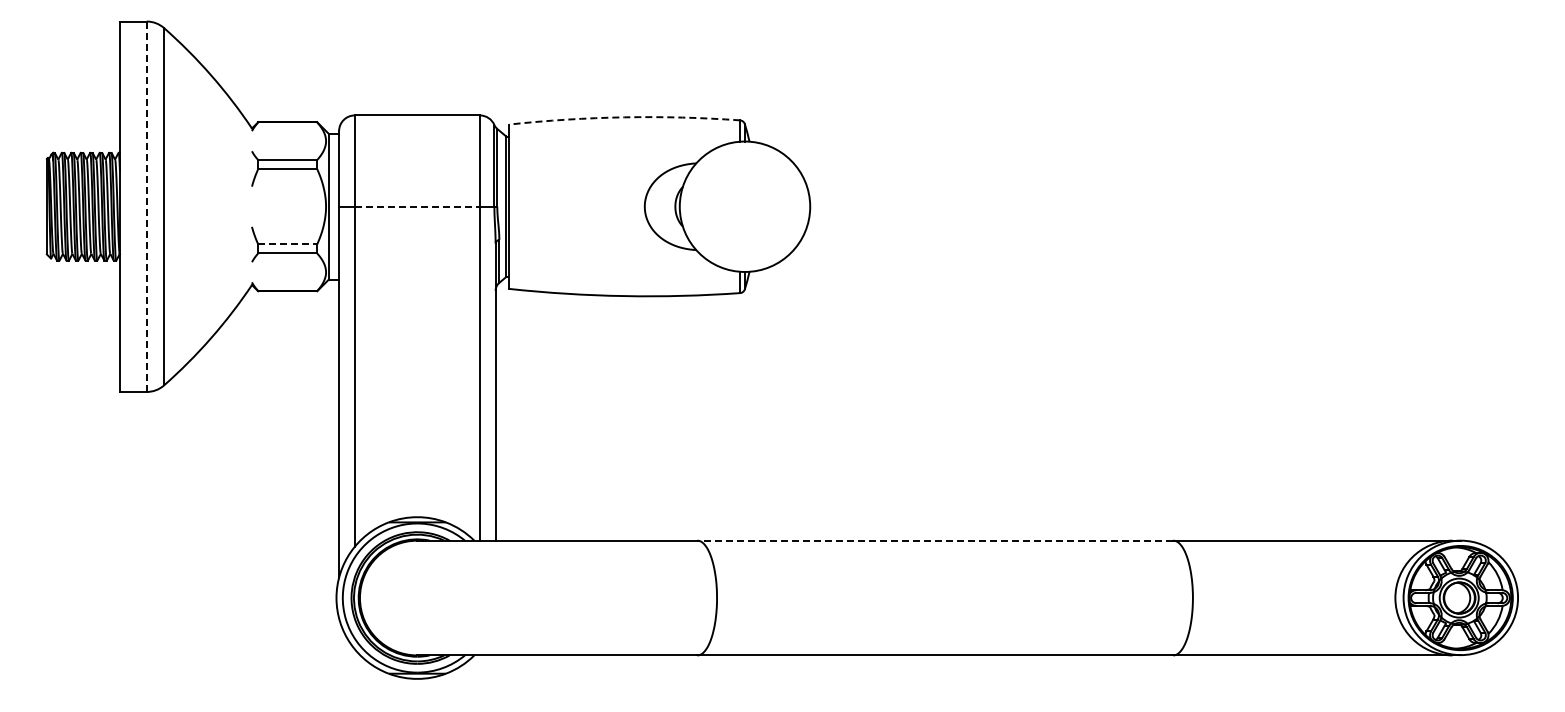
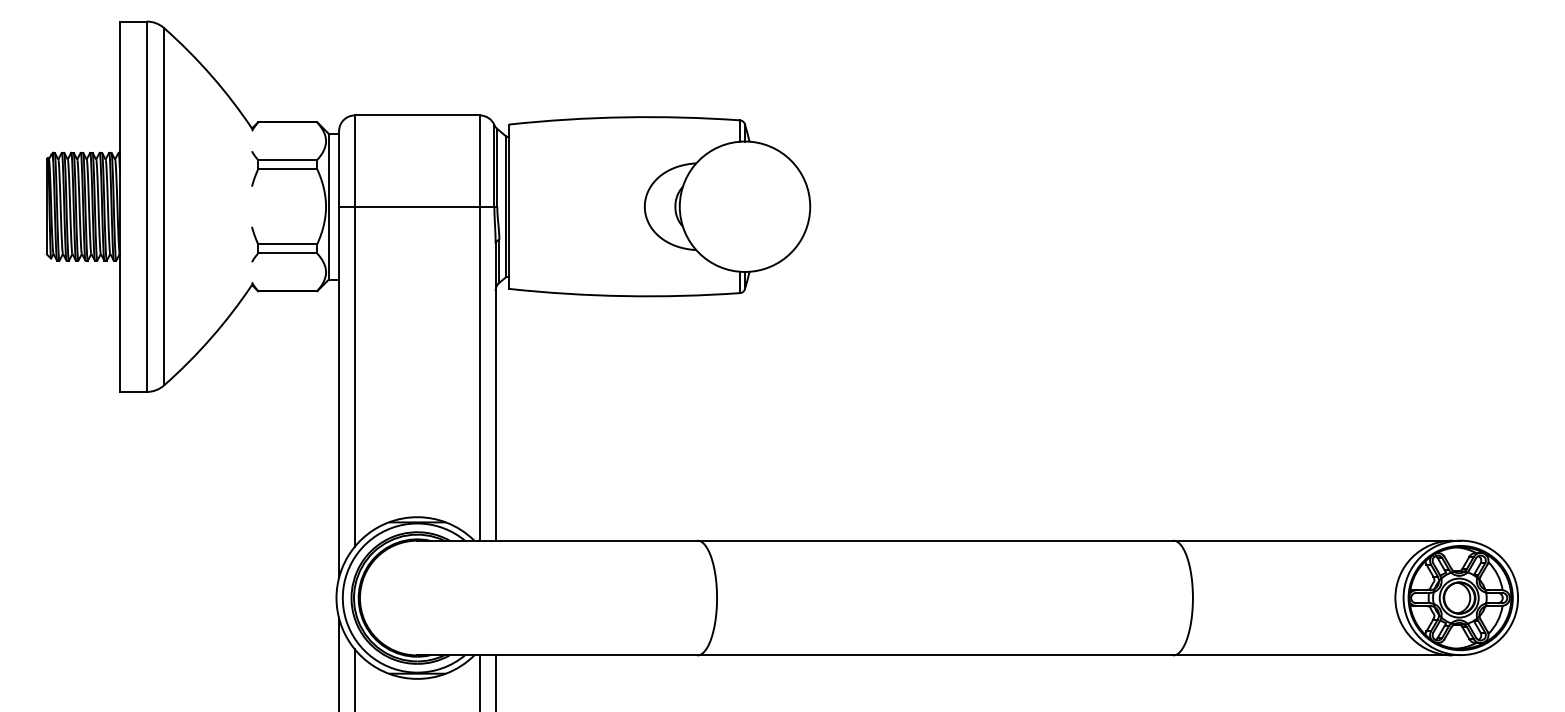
arc at (624, 117): dashed -> solid
line at (146, 206): dashed -> solid
line at (417, 206): dashed -> solid
line at (288, 244): dashed -> solid
line at (935, 540): dashed -> solid
line at (339, 663): none -> present
line at (354, 678): none -> present
line at (479, 681): none -> present
line at (495, 681): none -> present
